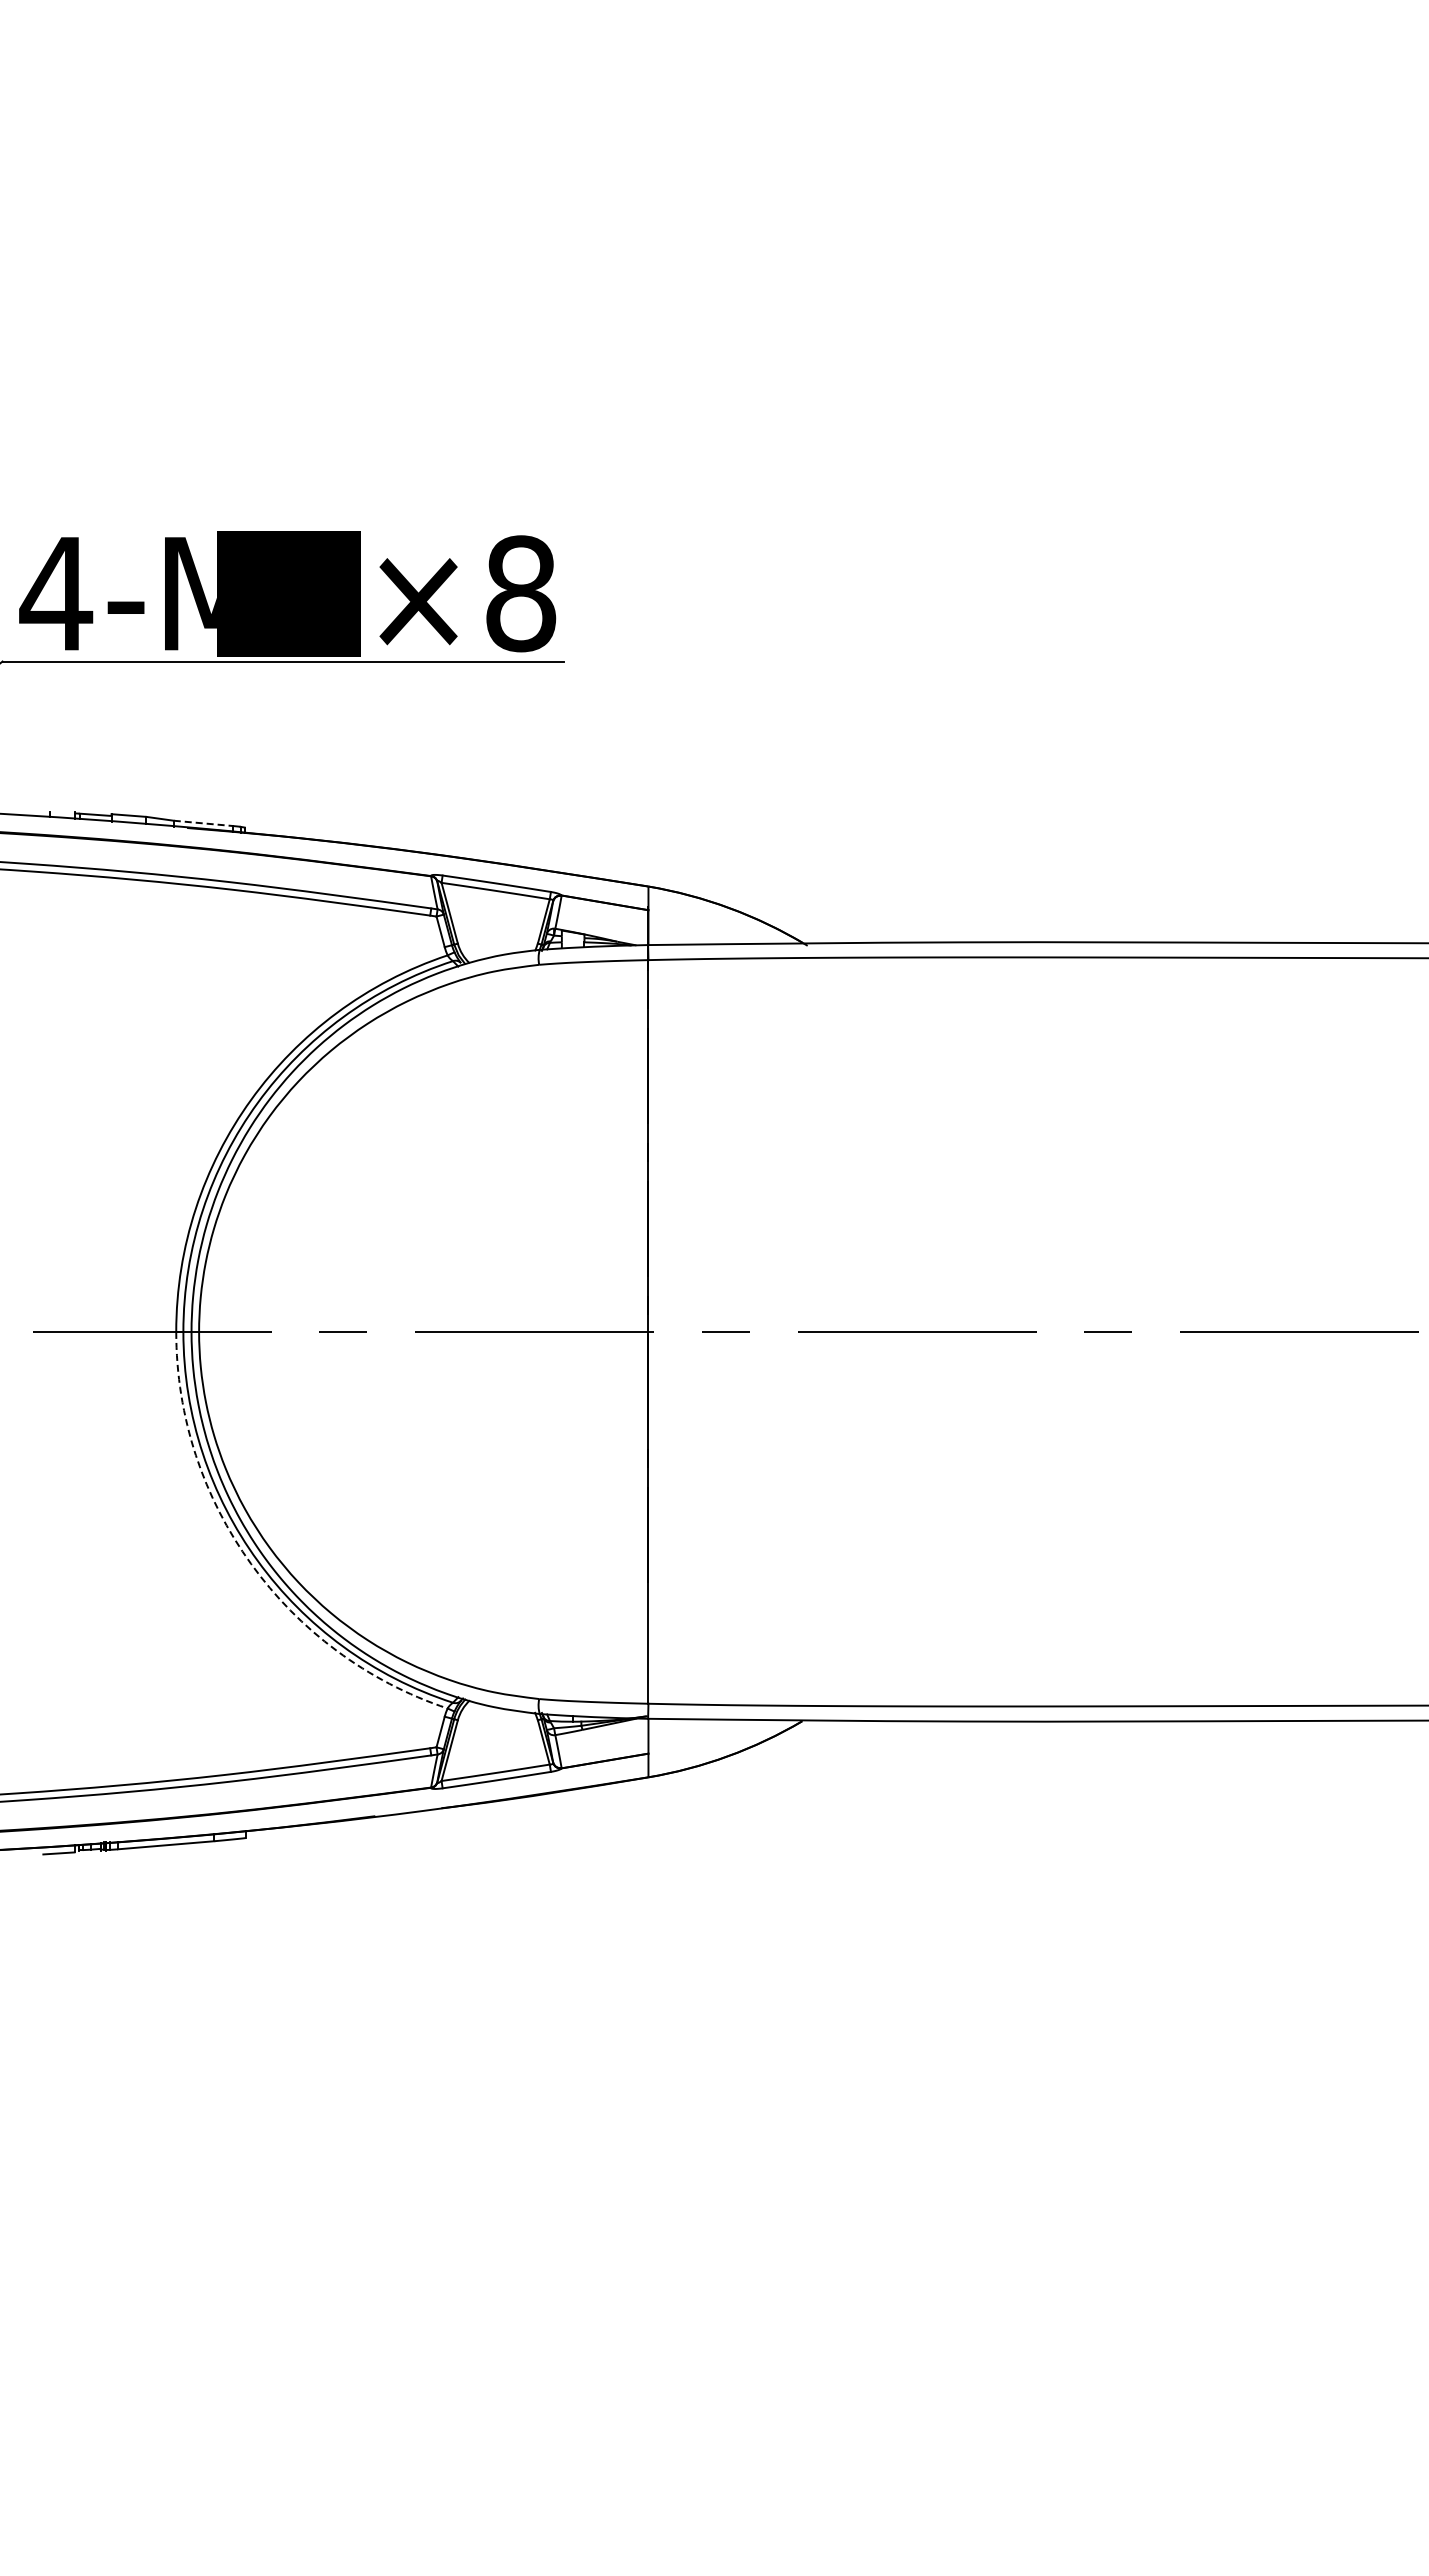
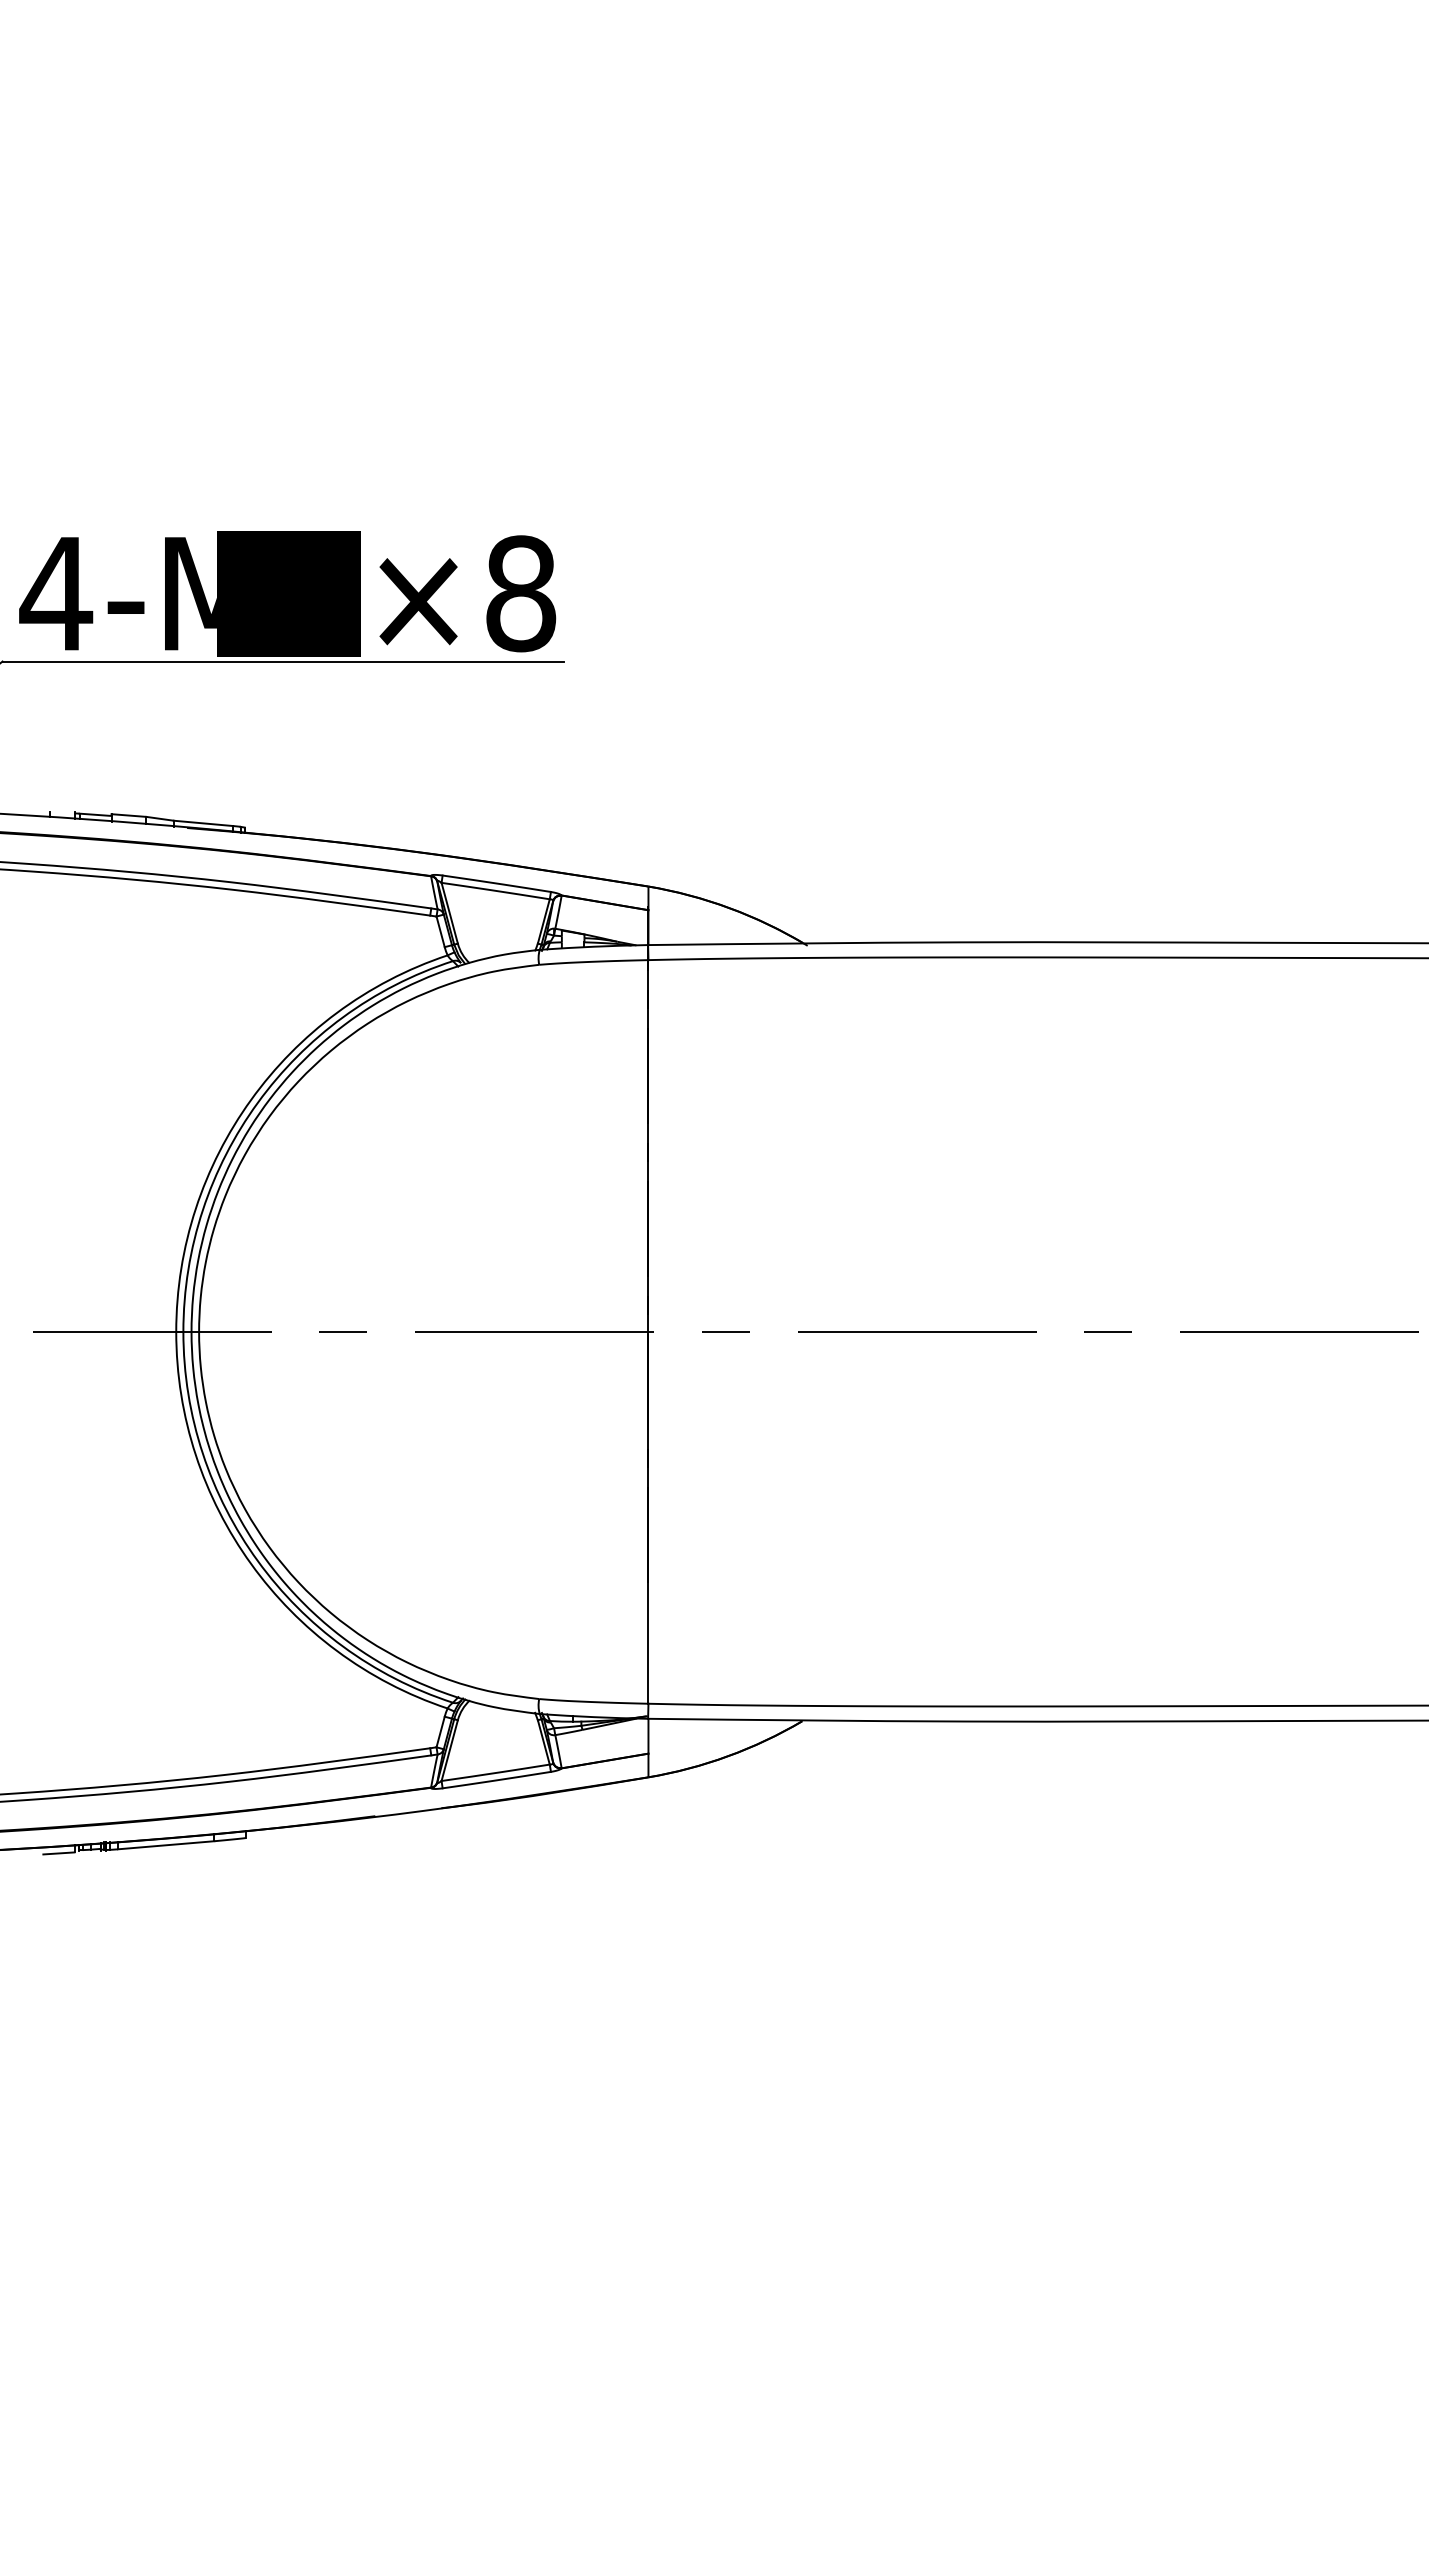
line at (203, 823): dashed -> solid
arc at (251, 1564): dashed -> solid
